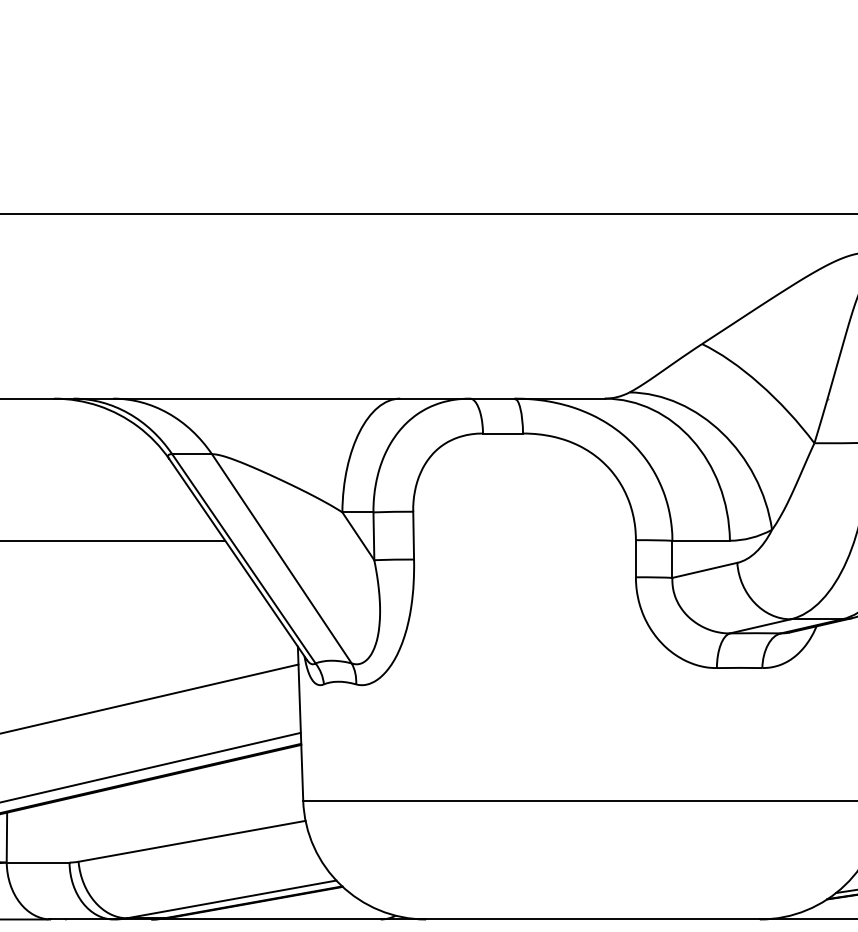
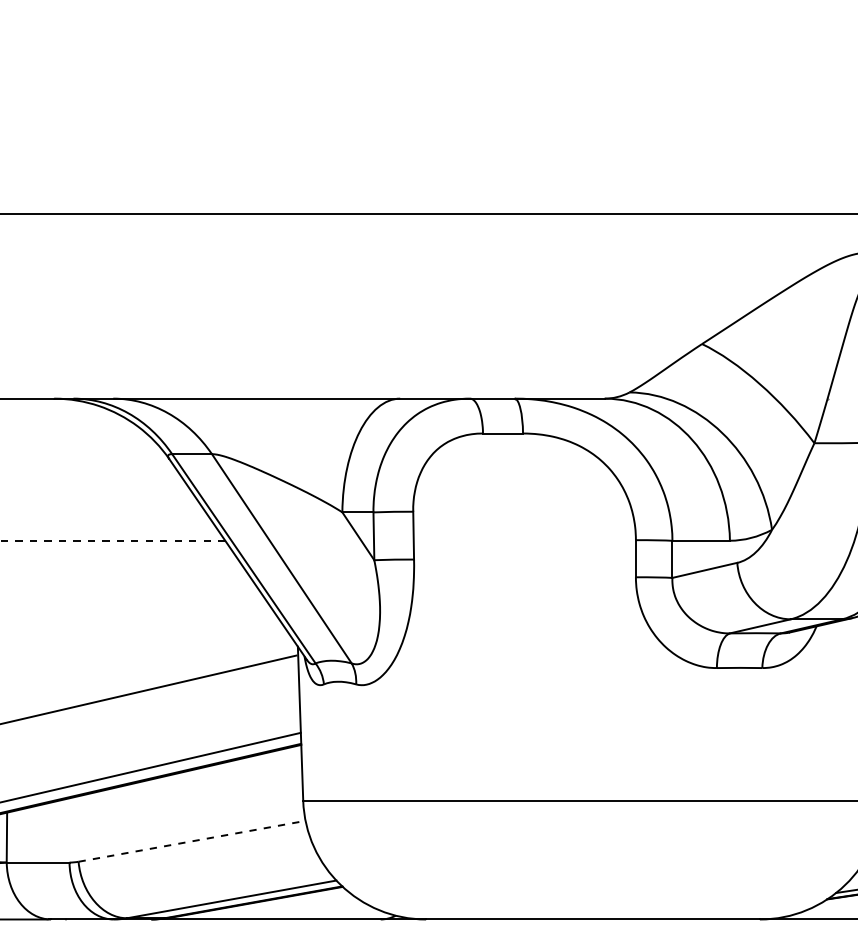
line at (112, 540): solid -> dashed
line at (150, 698) position: (150, 698) -> (149, 689)
line at (192, 841): solid -> dashed
